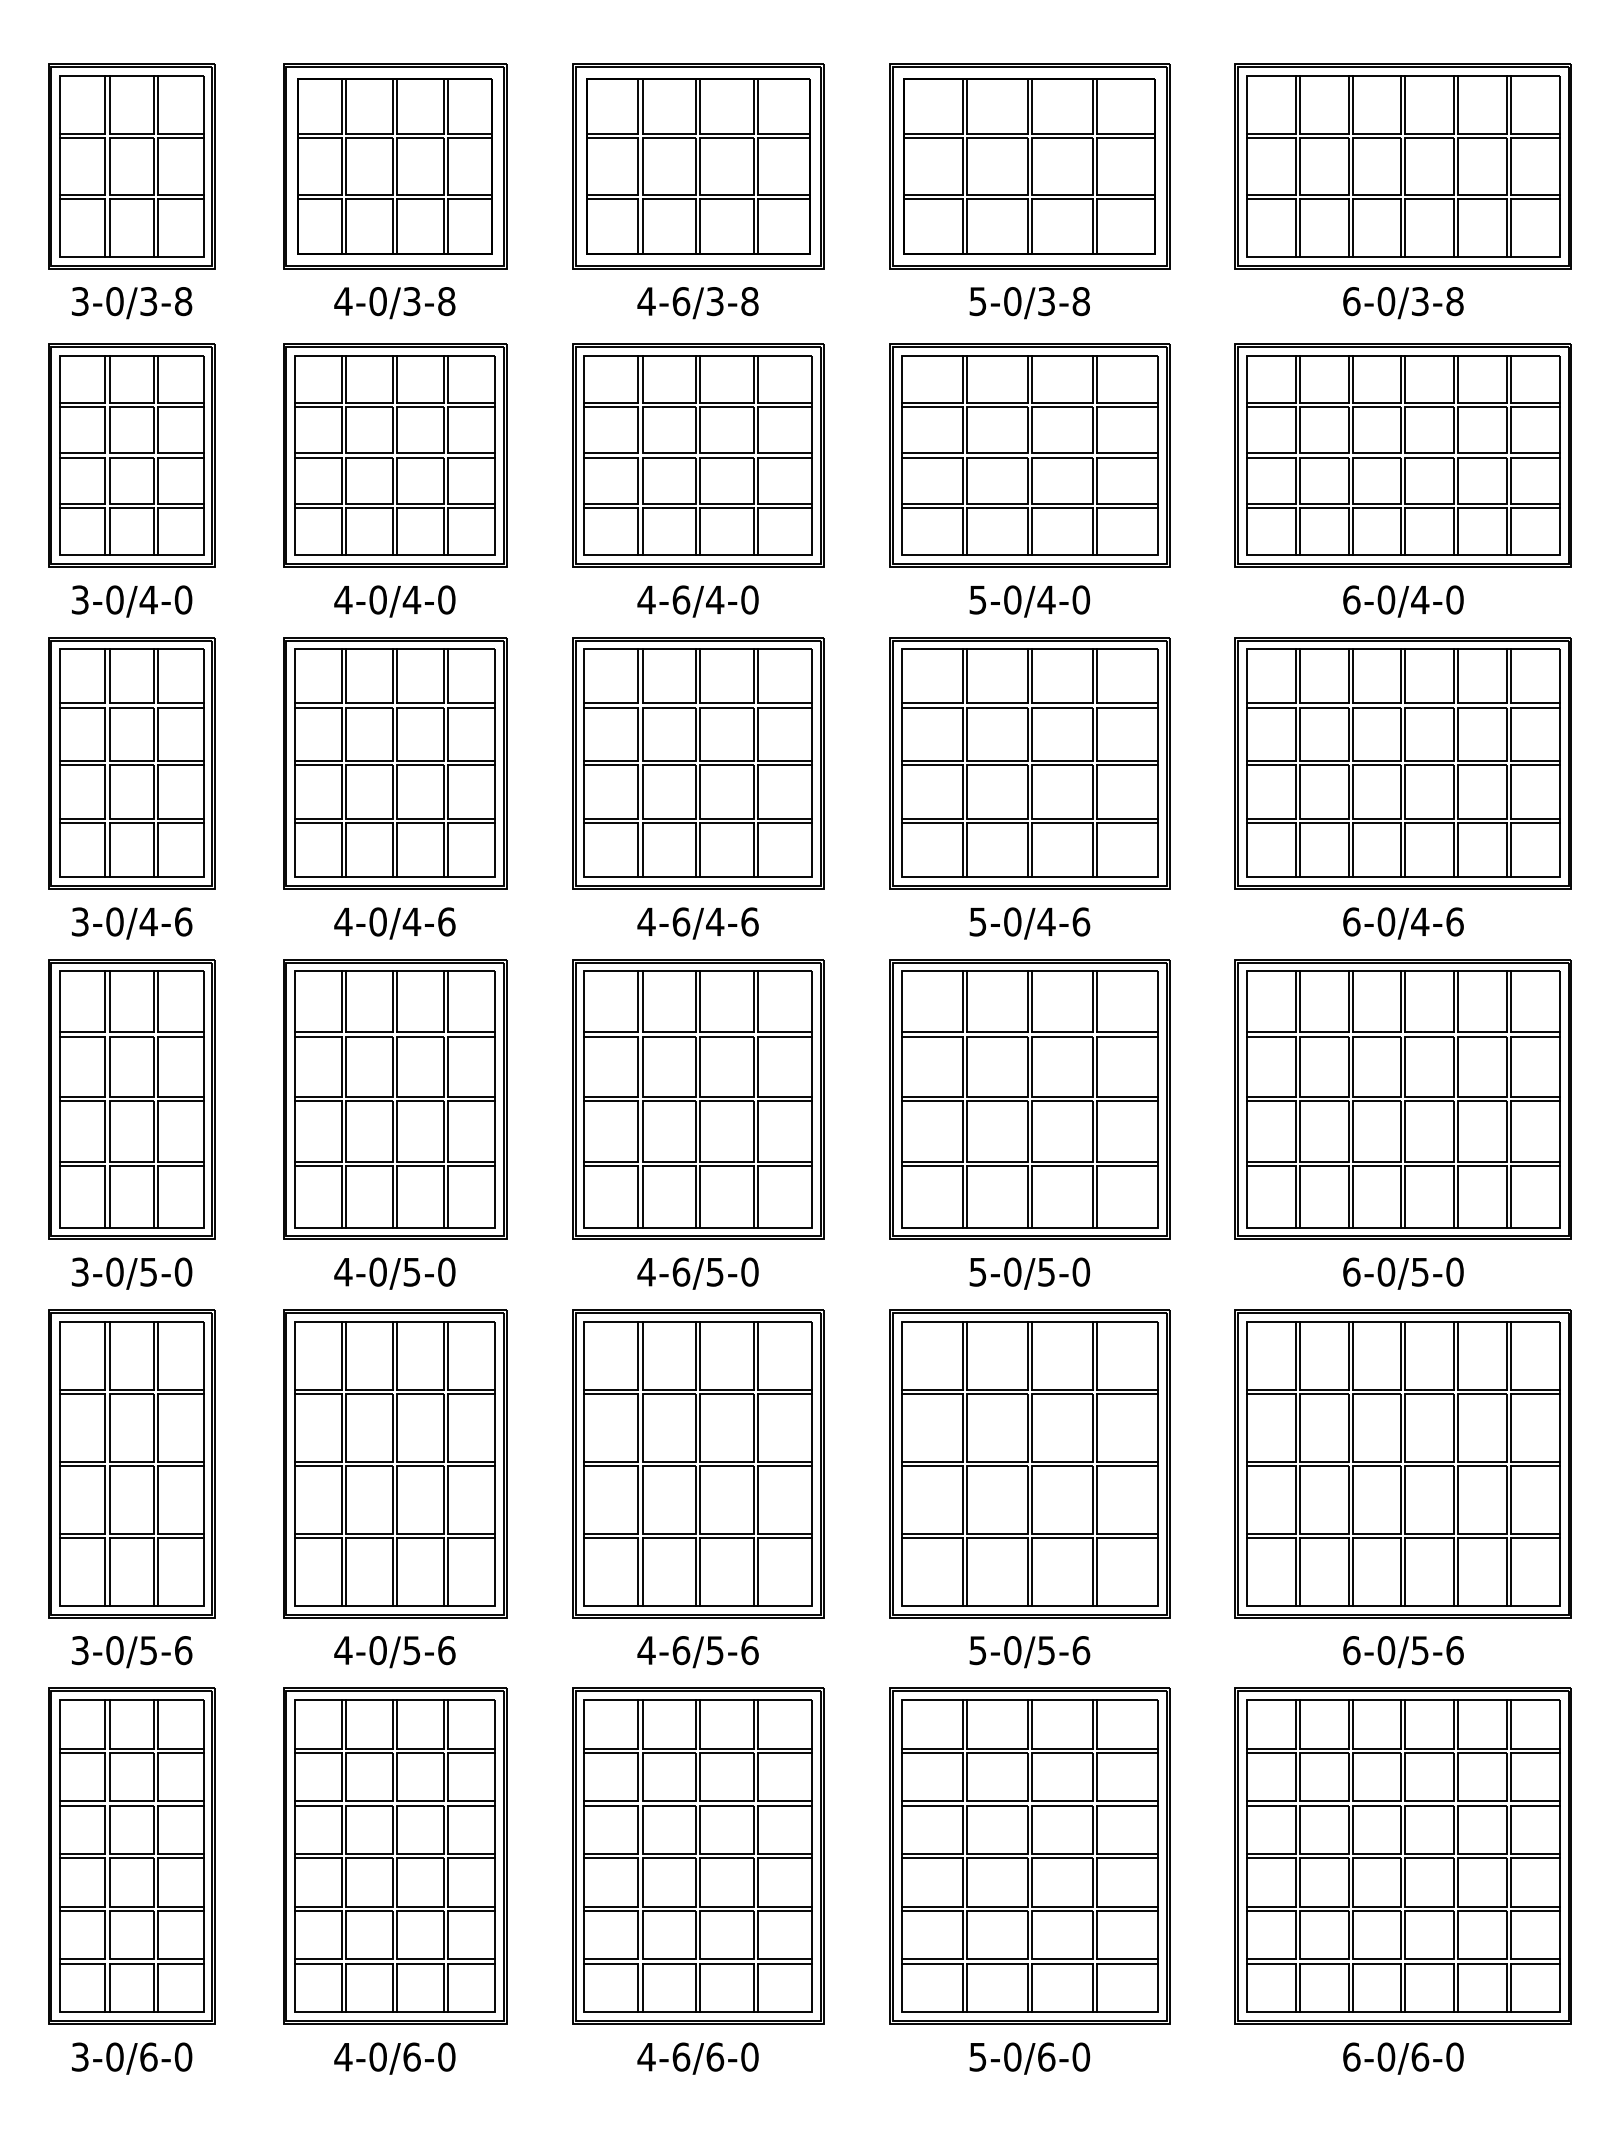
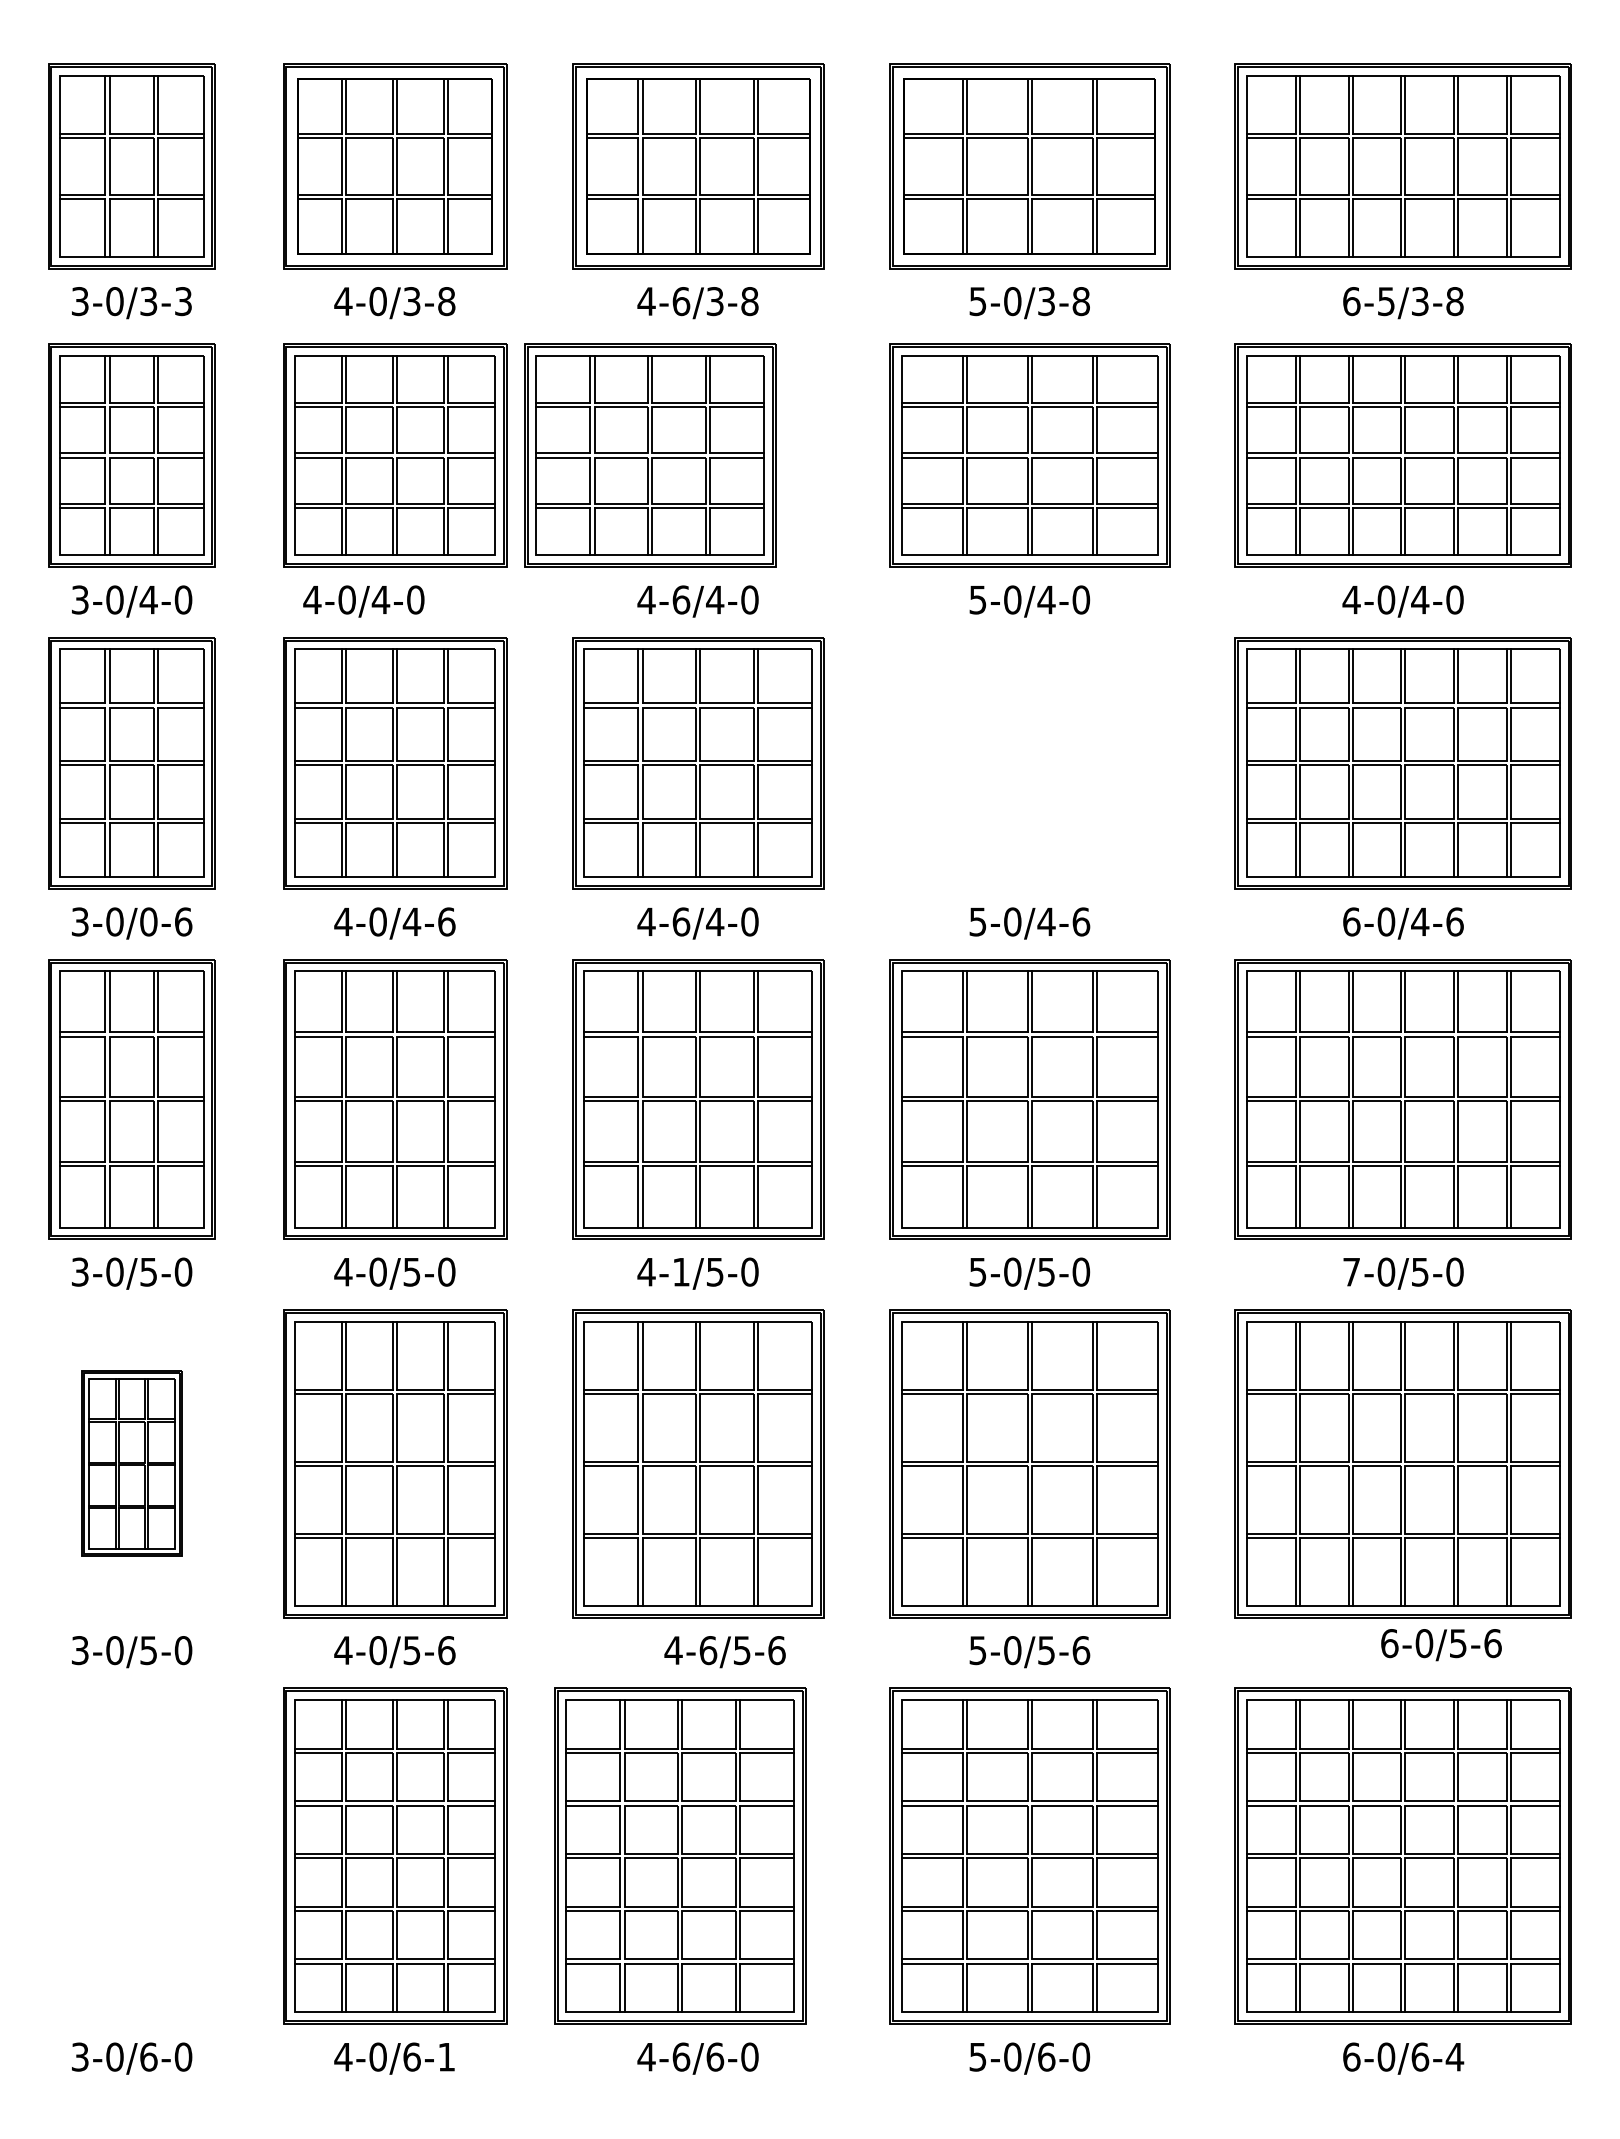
text at (183, 301): 3-0/3-8 -> 3-0/3-3
text at (1386, 301): 6-0/3-8 -> 6-5/3-8
part at (698, 455) position: (698, 455) -> (650, 455)
text at (1351, 599): 6-0/4-0 -> 4-0/4-0
text at (394, 601) position: (394, 601) -> (363, 601)
part at (1029, 763): present -> none
text at (148, 921): 3-0/4-6 -> 3-0/0-6
text at (749, 921): 4-6/4-6 -> 4-6/4-0
text at (681, 1271): 4-6/5-0 -> 4-1/5-0
text at (1351, 1271): 6-0/5-0 -> 7-0/5-0
part at (131, 1463) size: 168x310 px -> 102x187 px
text at (183, 1650): 3-0/5-6 -> 3-0/5-0
text at (697, 1652) position: (697, 1652) -> (724, 1652)
text at (1403, 1652) position: (1403, 1652) -> (1441, 1645)
part at (131, 1855): present -> none
part at (698, 1855) position: (698, 1855) -> (680, 1855)
text at (446, 2056): 4-0/6-0 -> 4-0/6-1
text at (1454, 2056): 6-0/6-0 -> 6-0/6-4
